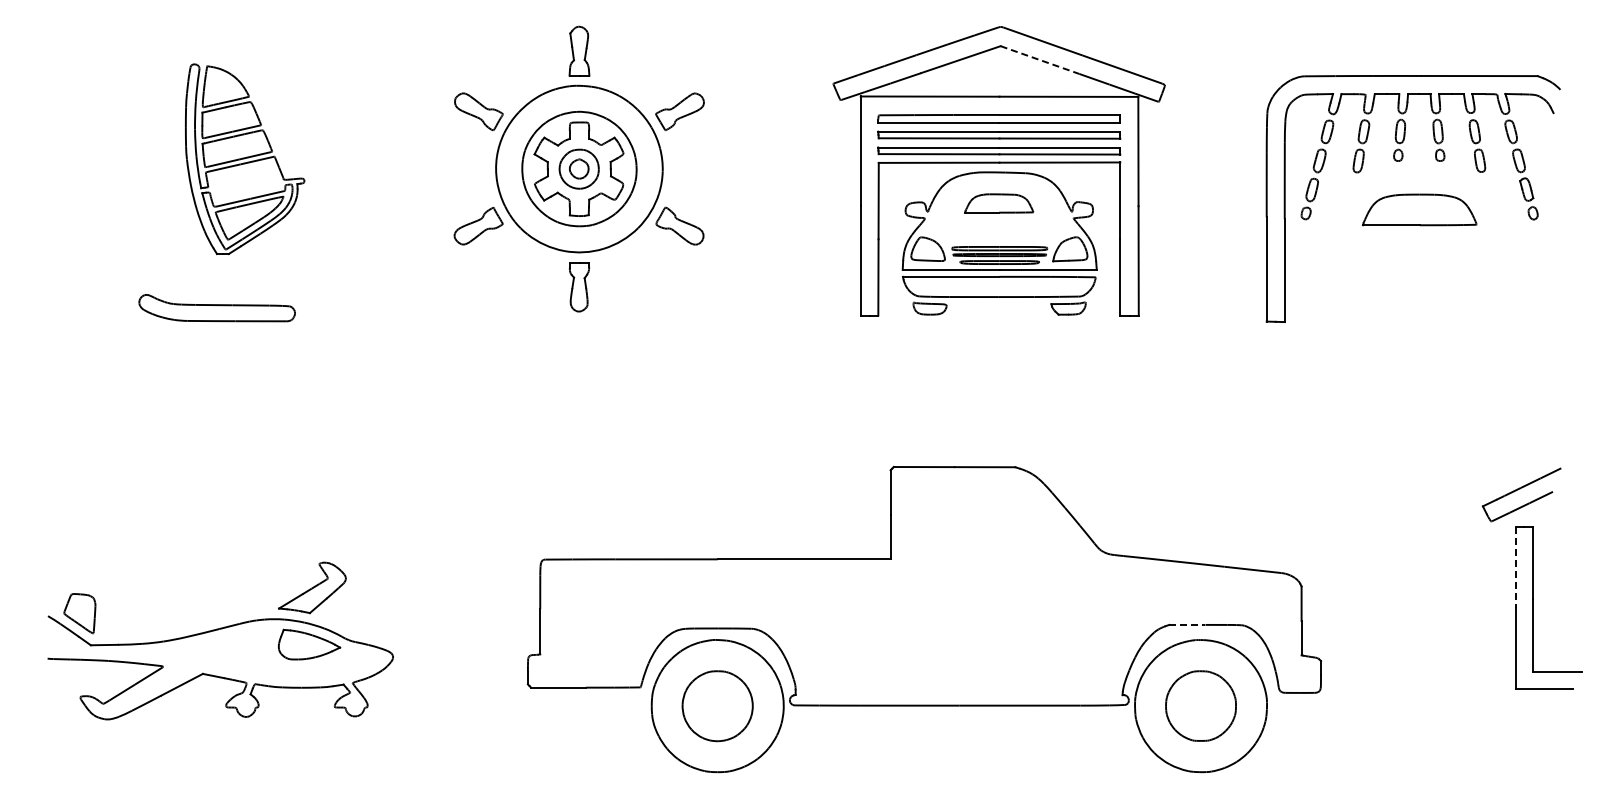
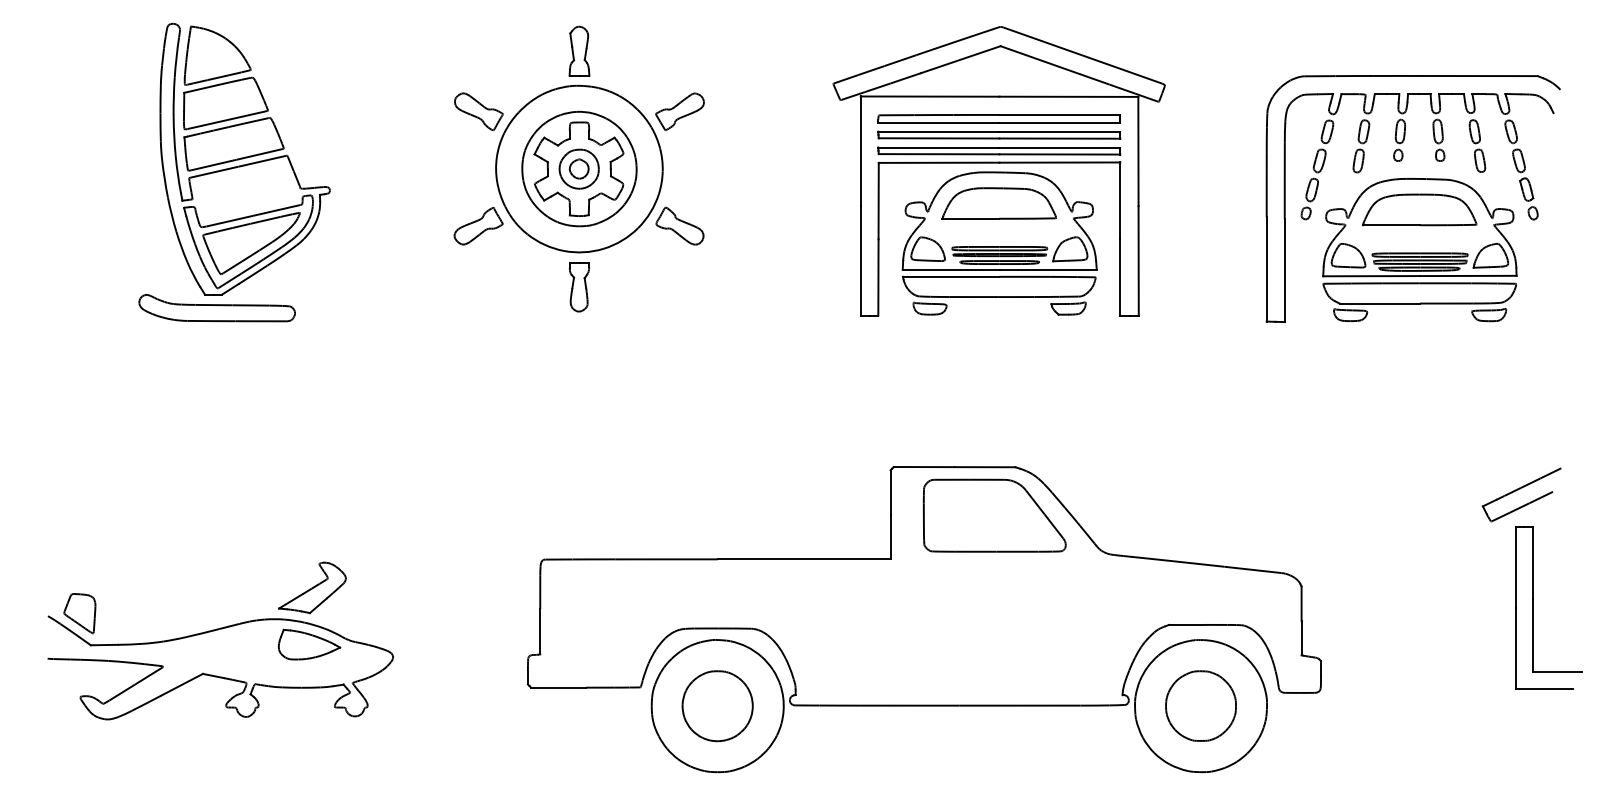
line at (1040, 60): dashed -> solid
part at (245, 159) size: 121x193 px -> 172x274 px
part at (999, 203) size: 71x21 px -> 116x33 px
part at (1419, 250): none -> present
part at (994, 515): none -> present
line at (1515, 567): dashed -> solid
line at (1187, 624): dashed -> solid
